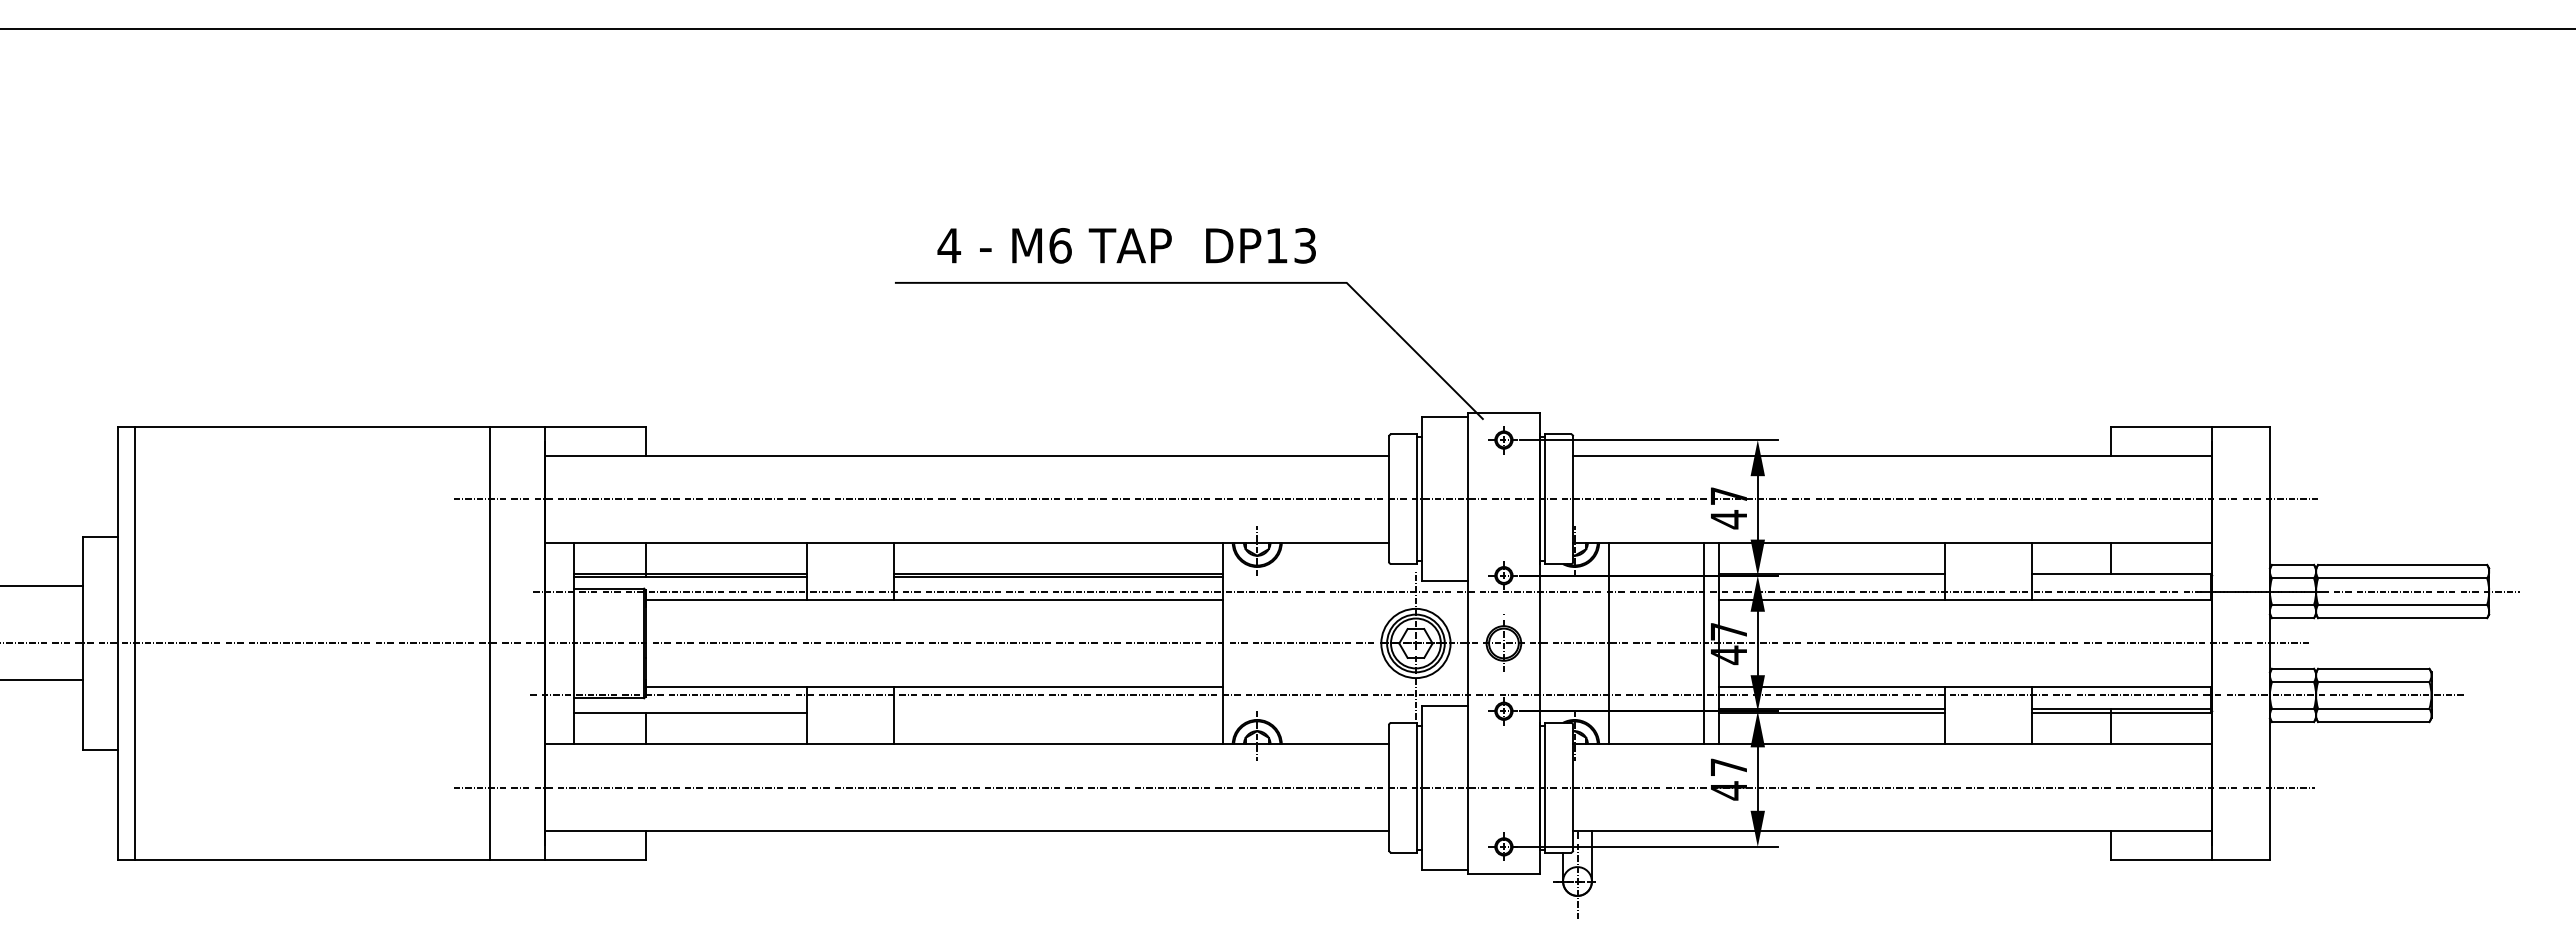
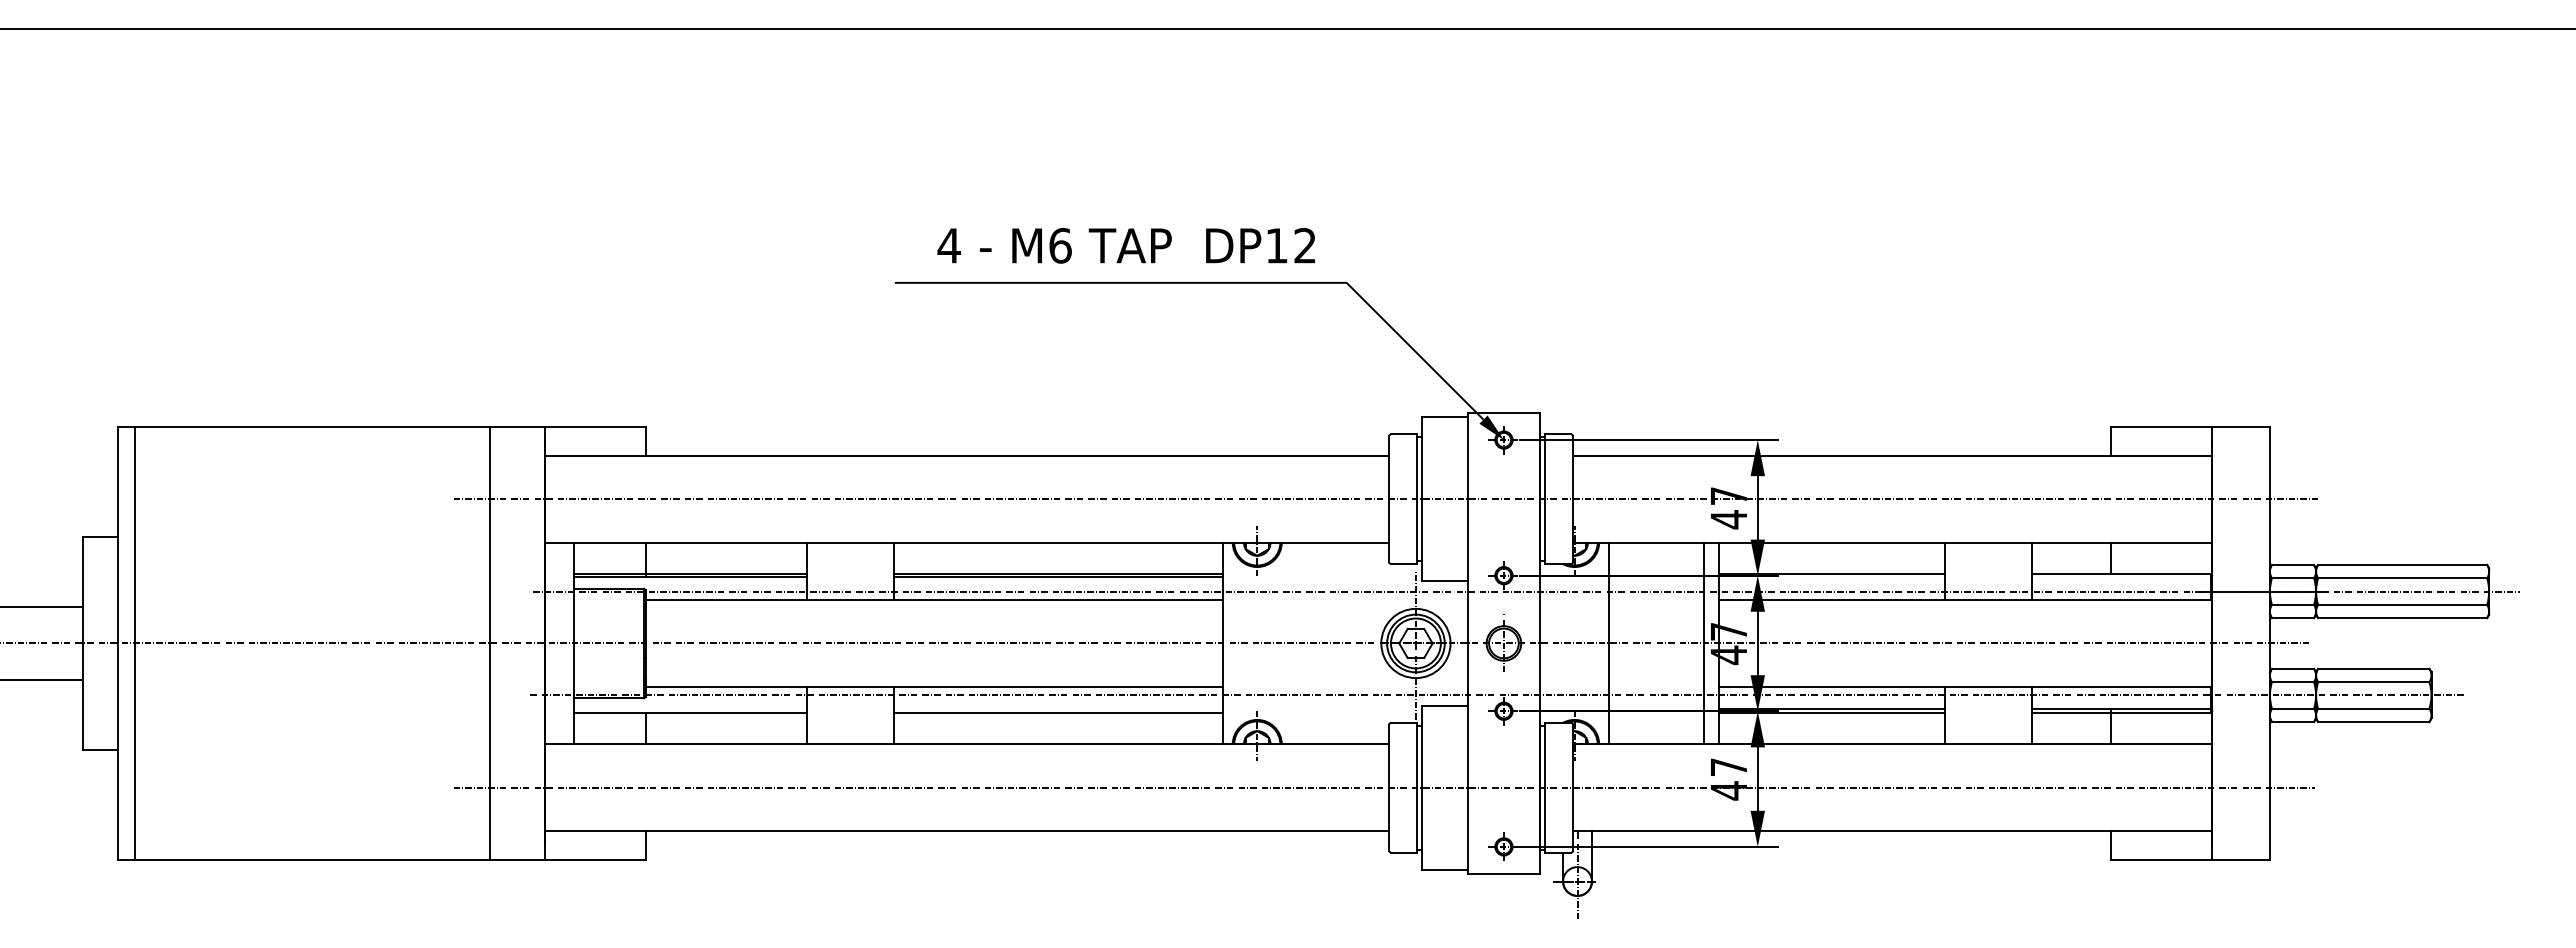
text at (1304, 245): DP13 -> DP12
fill at (1491, 427): none -> present
line at (42, 586) position: (42, 586) -> (42, 607)
line at (1057, 712): none -> present
